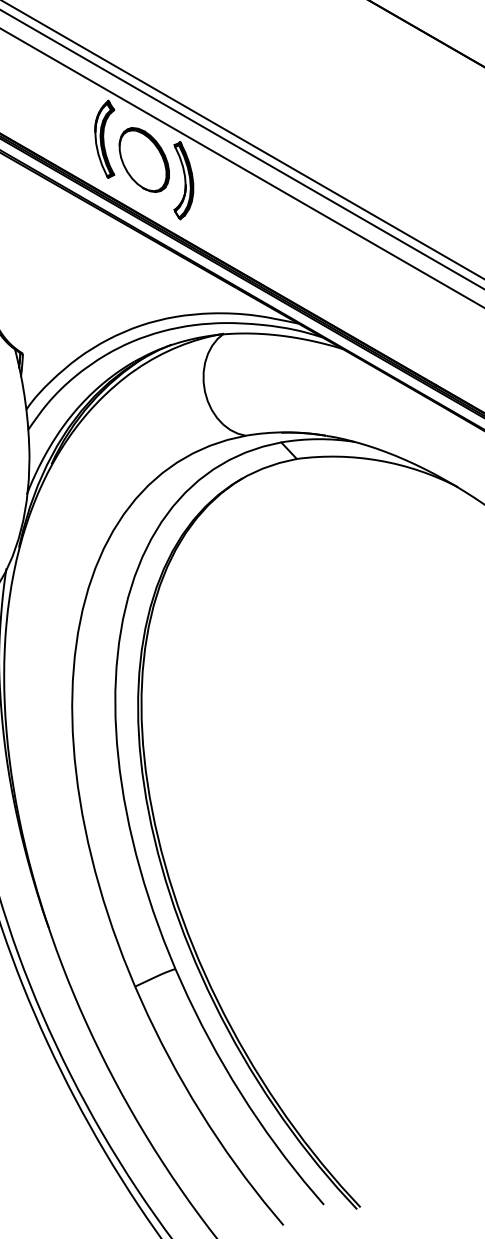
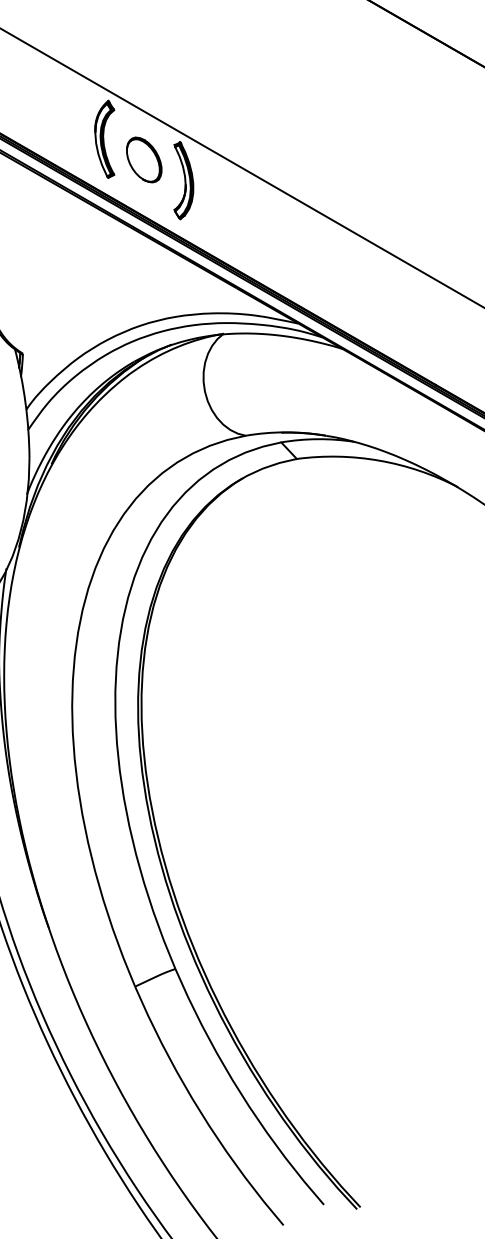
line at (242, 139): present -> none
line at (241, 148): present -> none
part at (143, 159) size: 52x66 px -> 37x48 px
